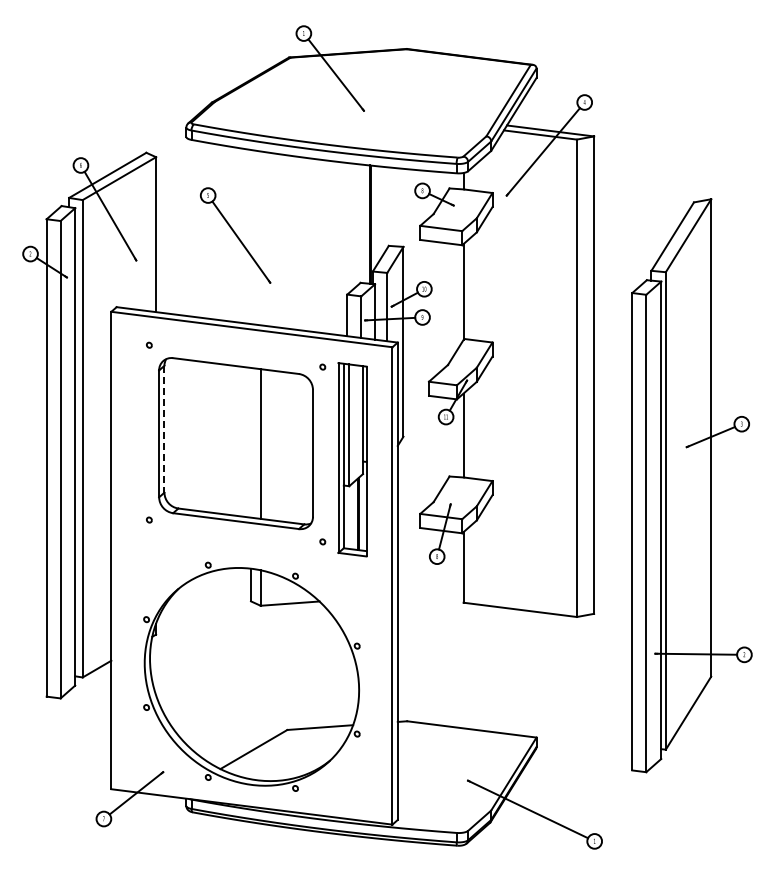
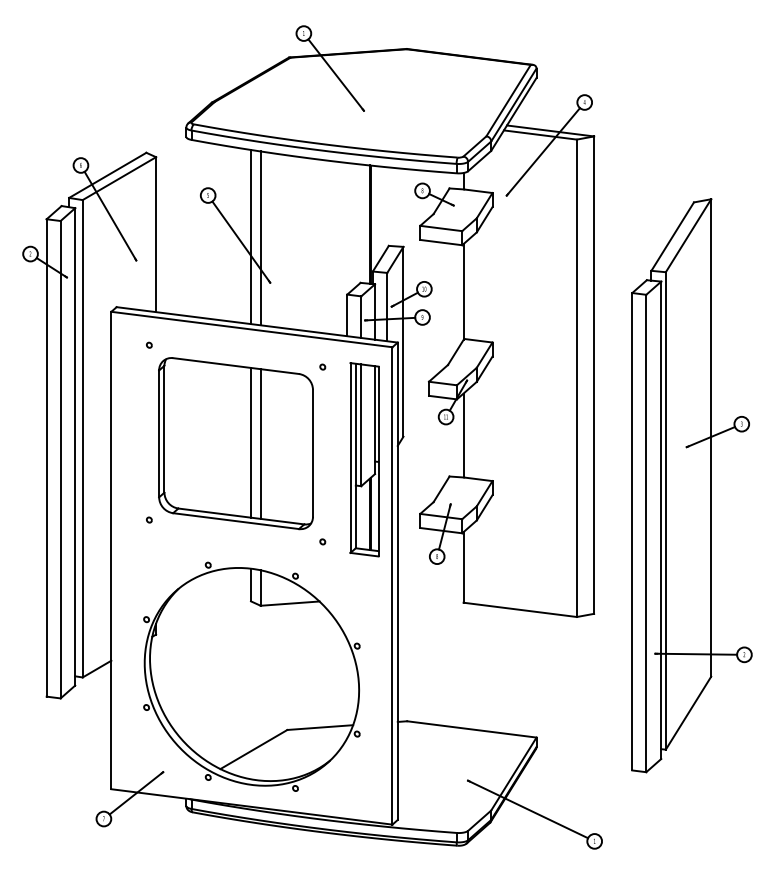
line at (250, 237): none -> present
line at (260, 238): none -> present
line at (164, 429): dashed -> solid
line at (250, 442): none -> present
part at (352, 459) position: (352, 459) -> (364, 459)
